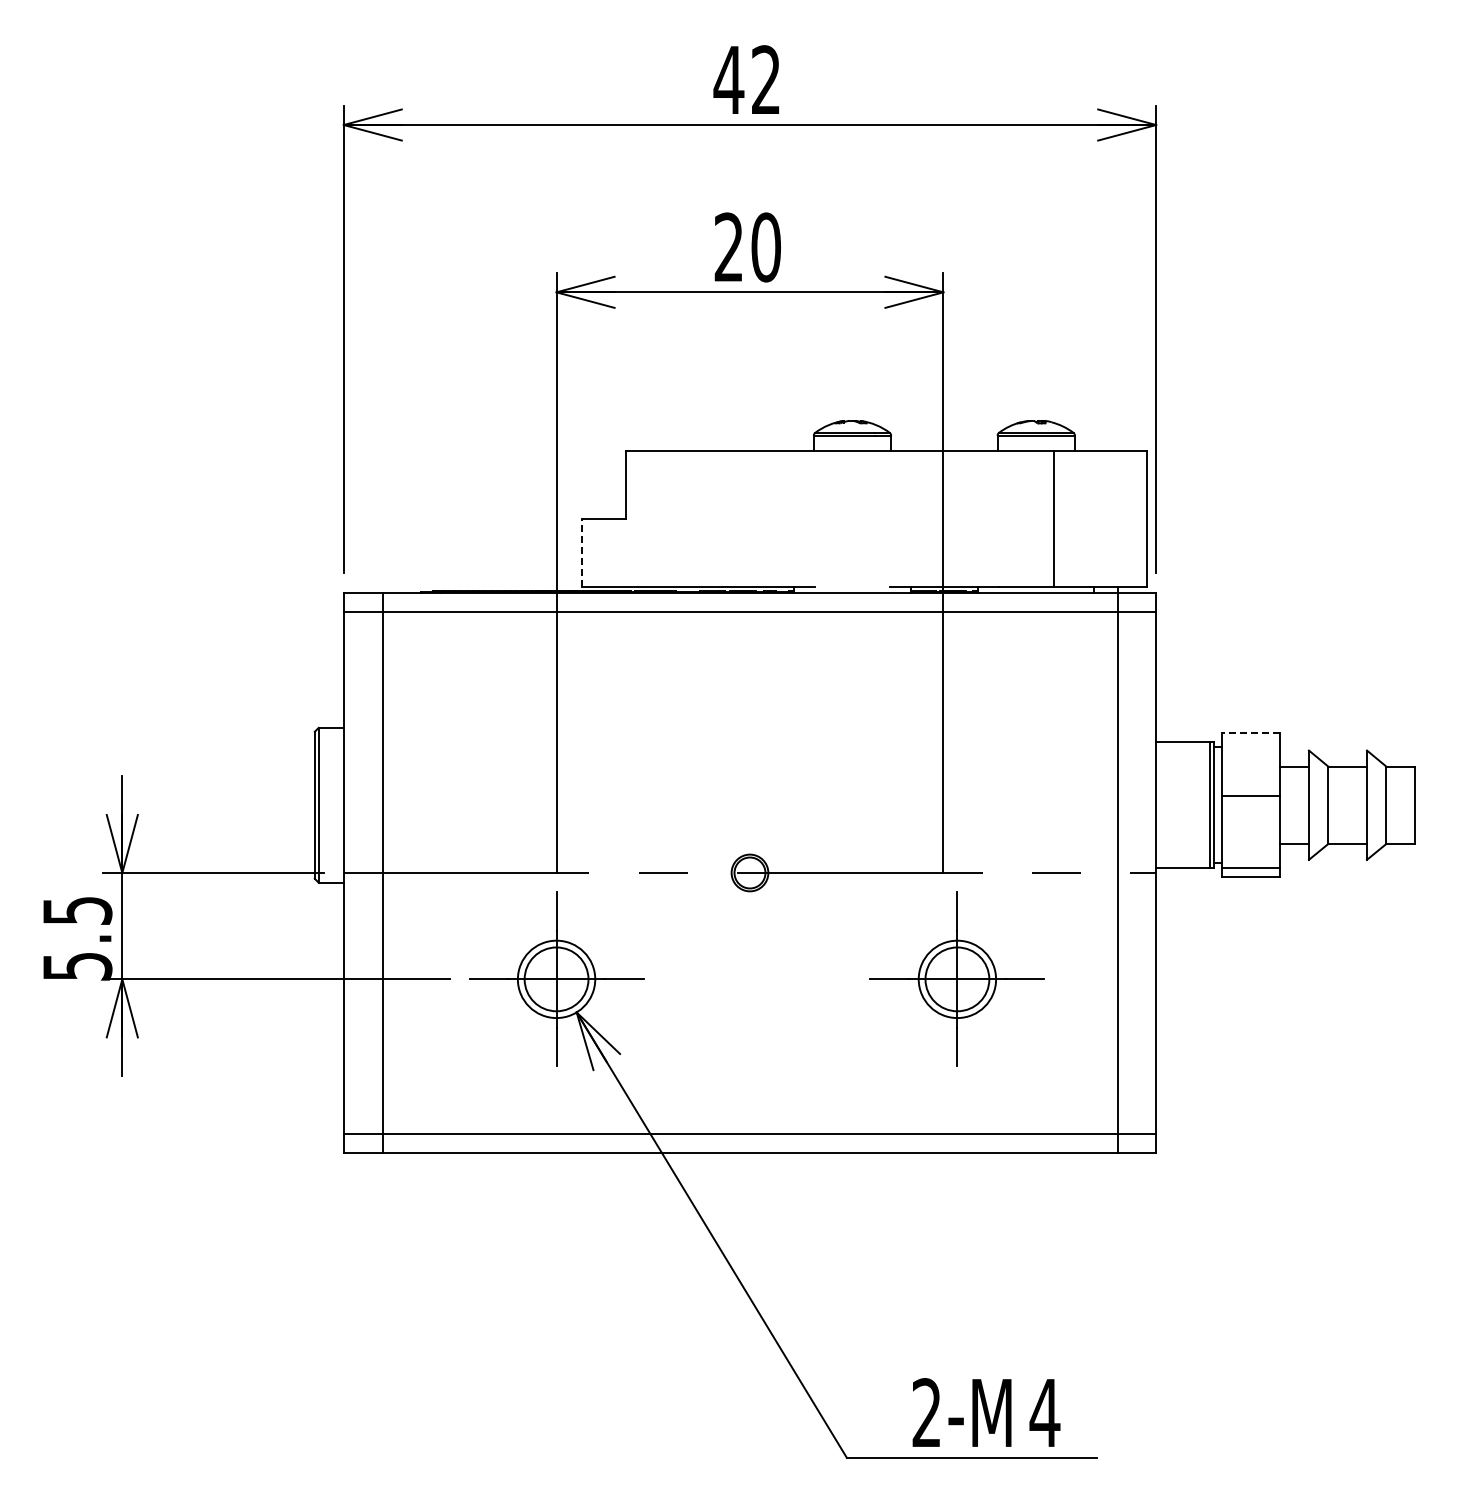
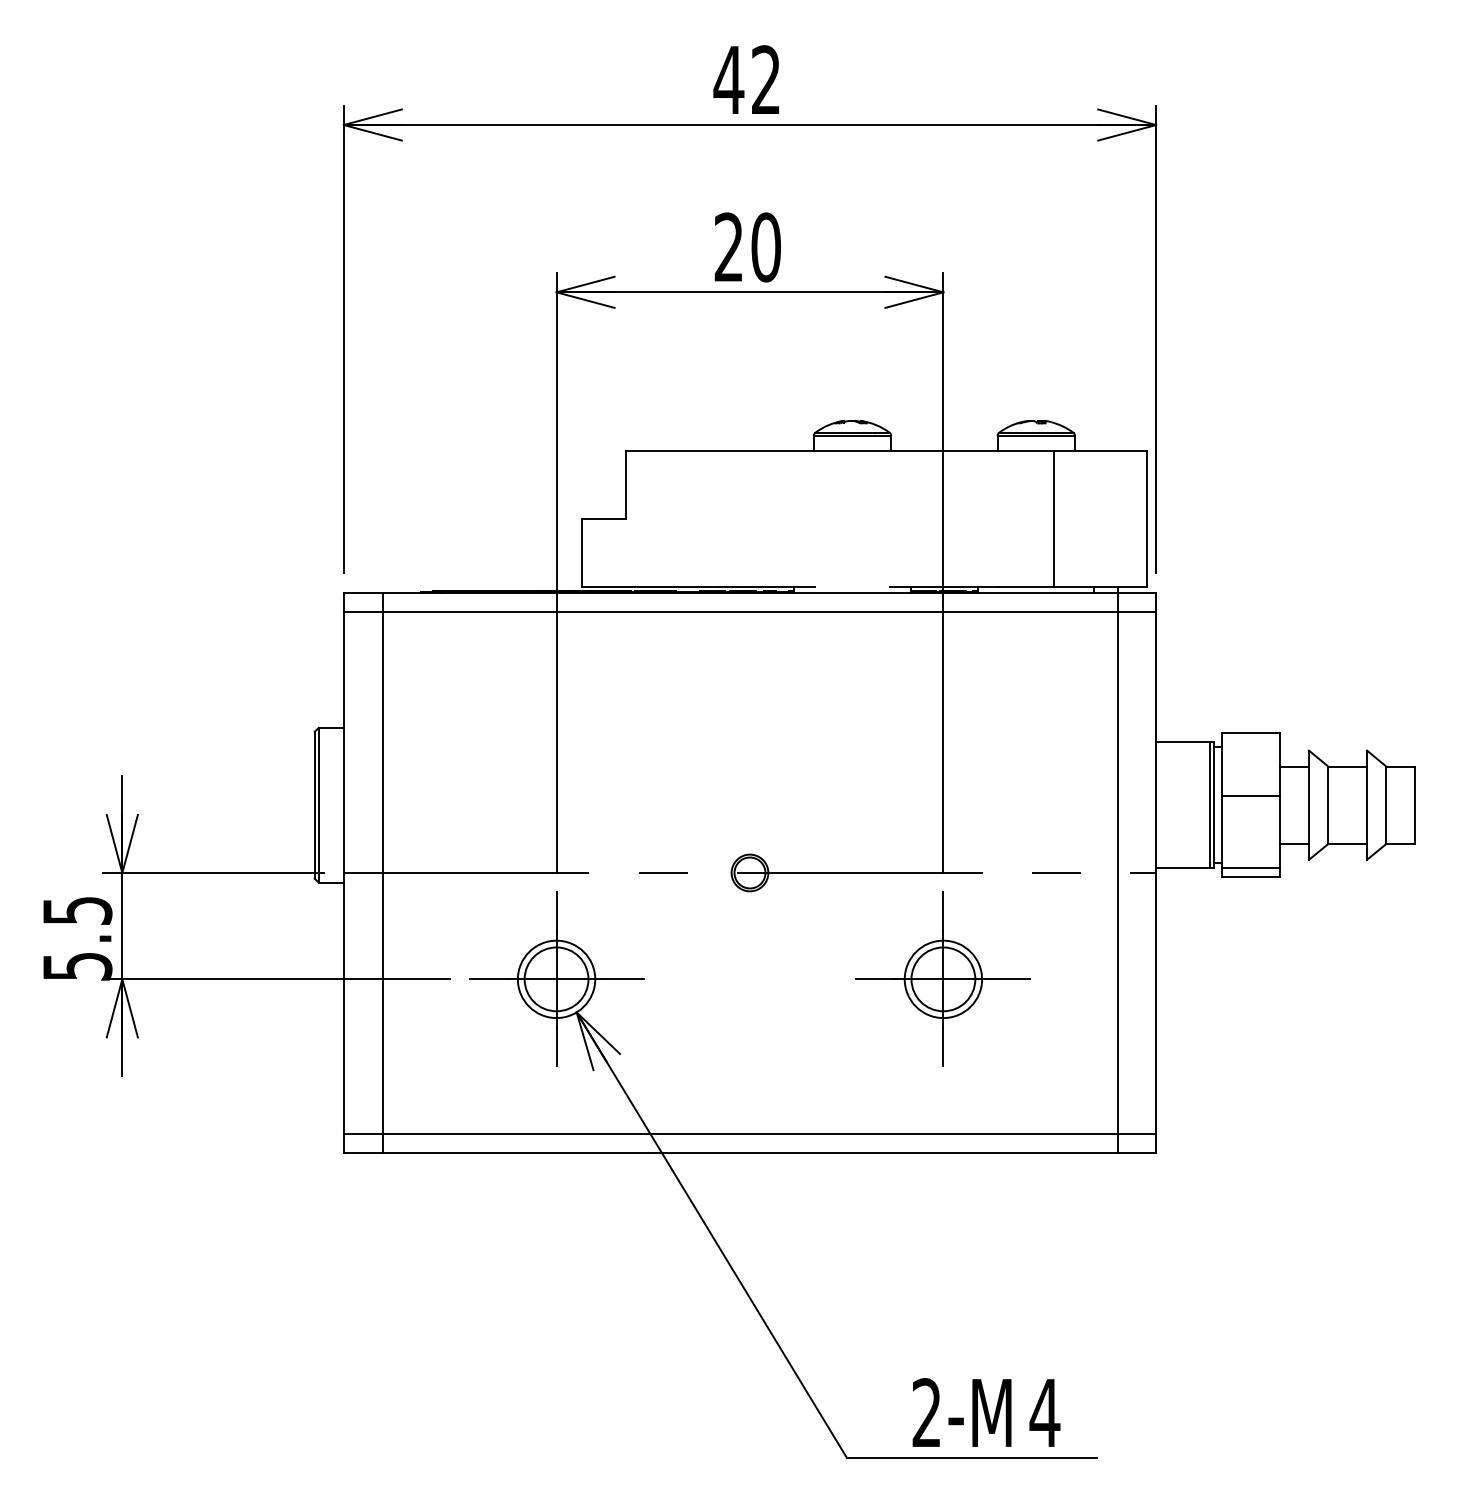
line at (581, 552): dashed -> solid
line at (1250, 733): dashed -> solid
part at (956, 978) position: (956, 978) -> (942, 978)
